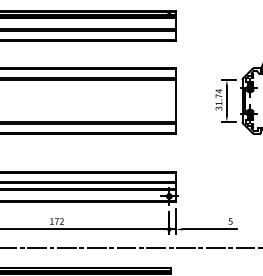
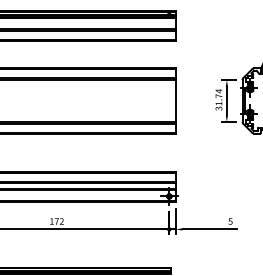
line at (130, 248): present -> none
